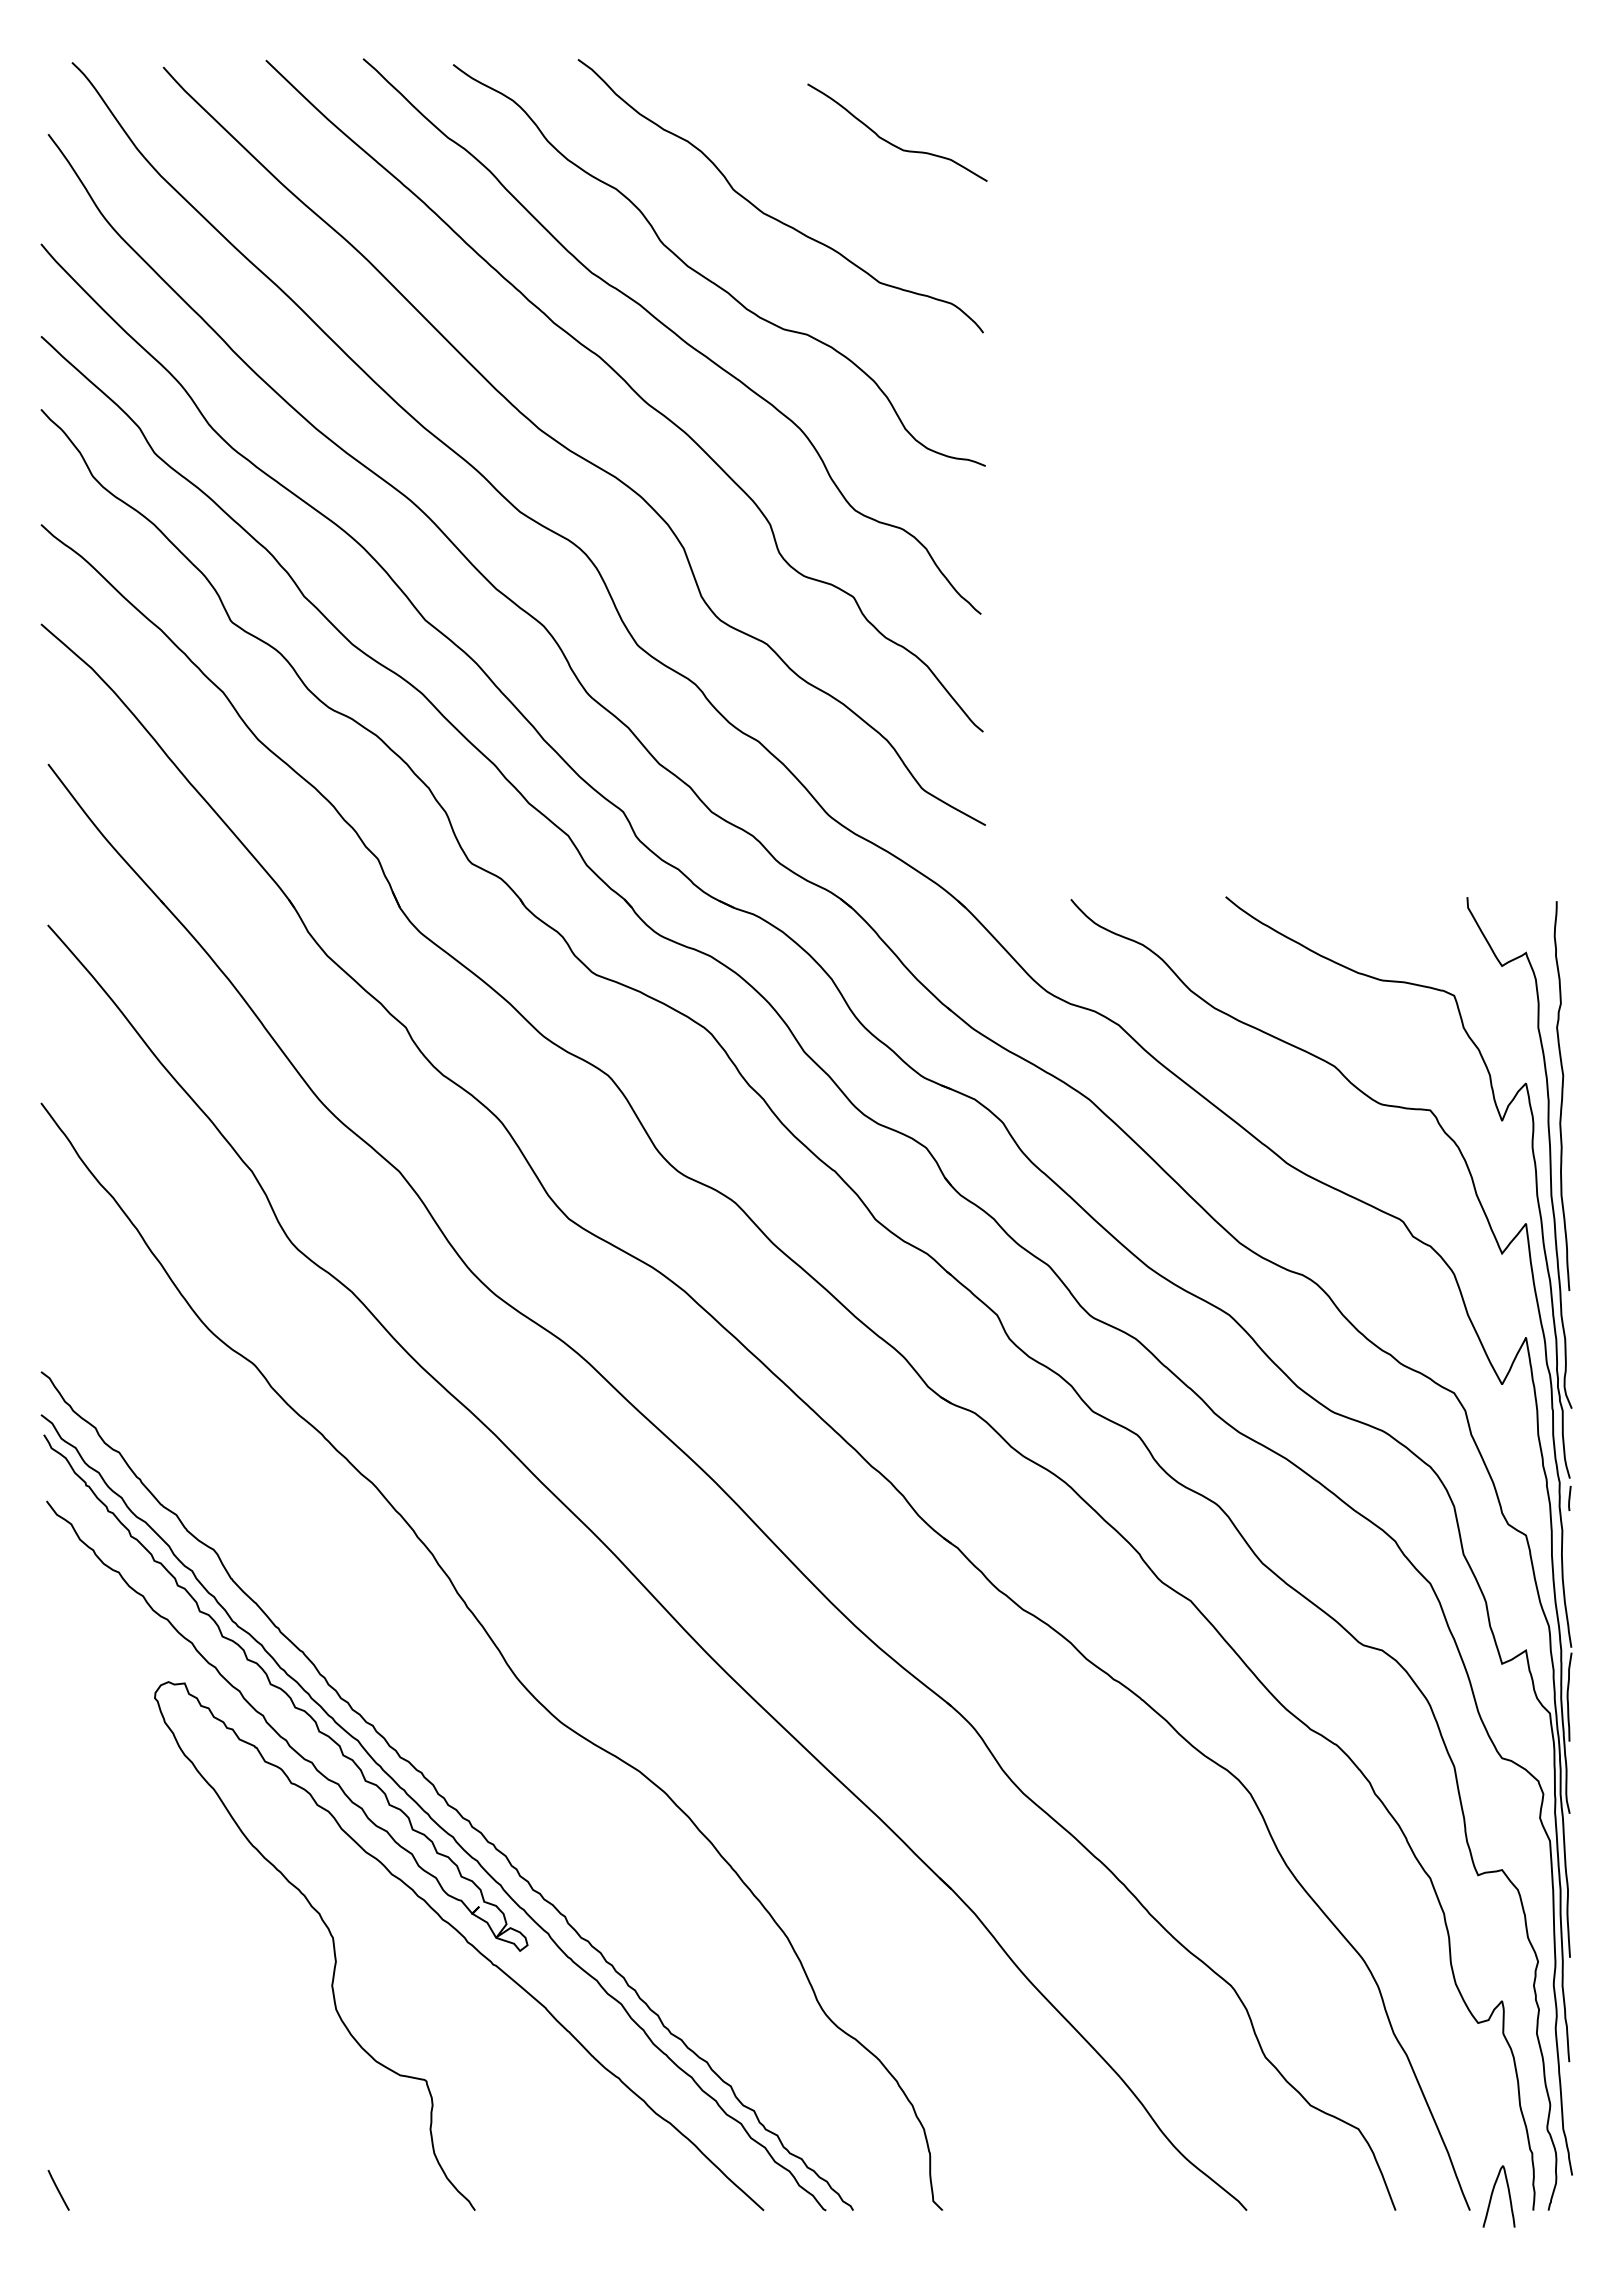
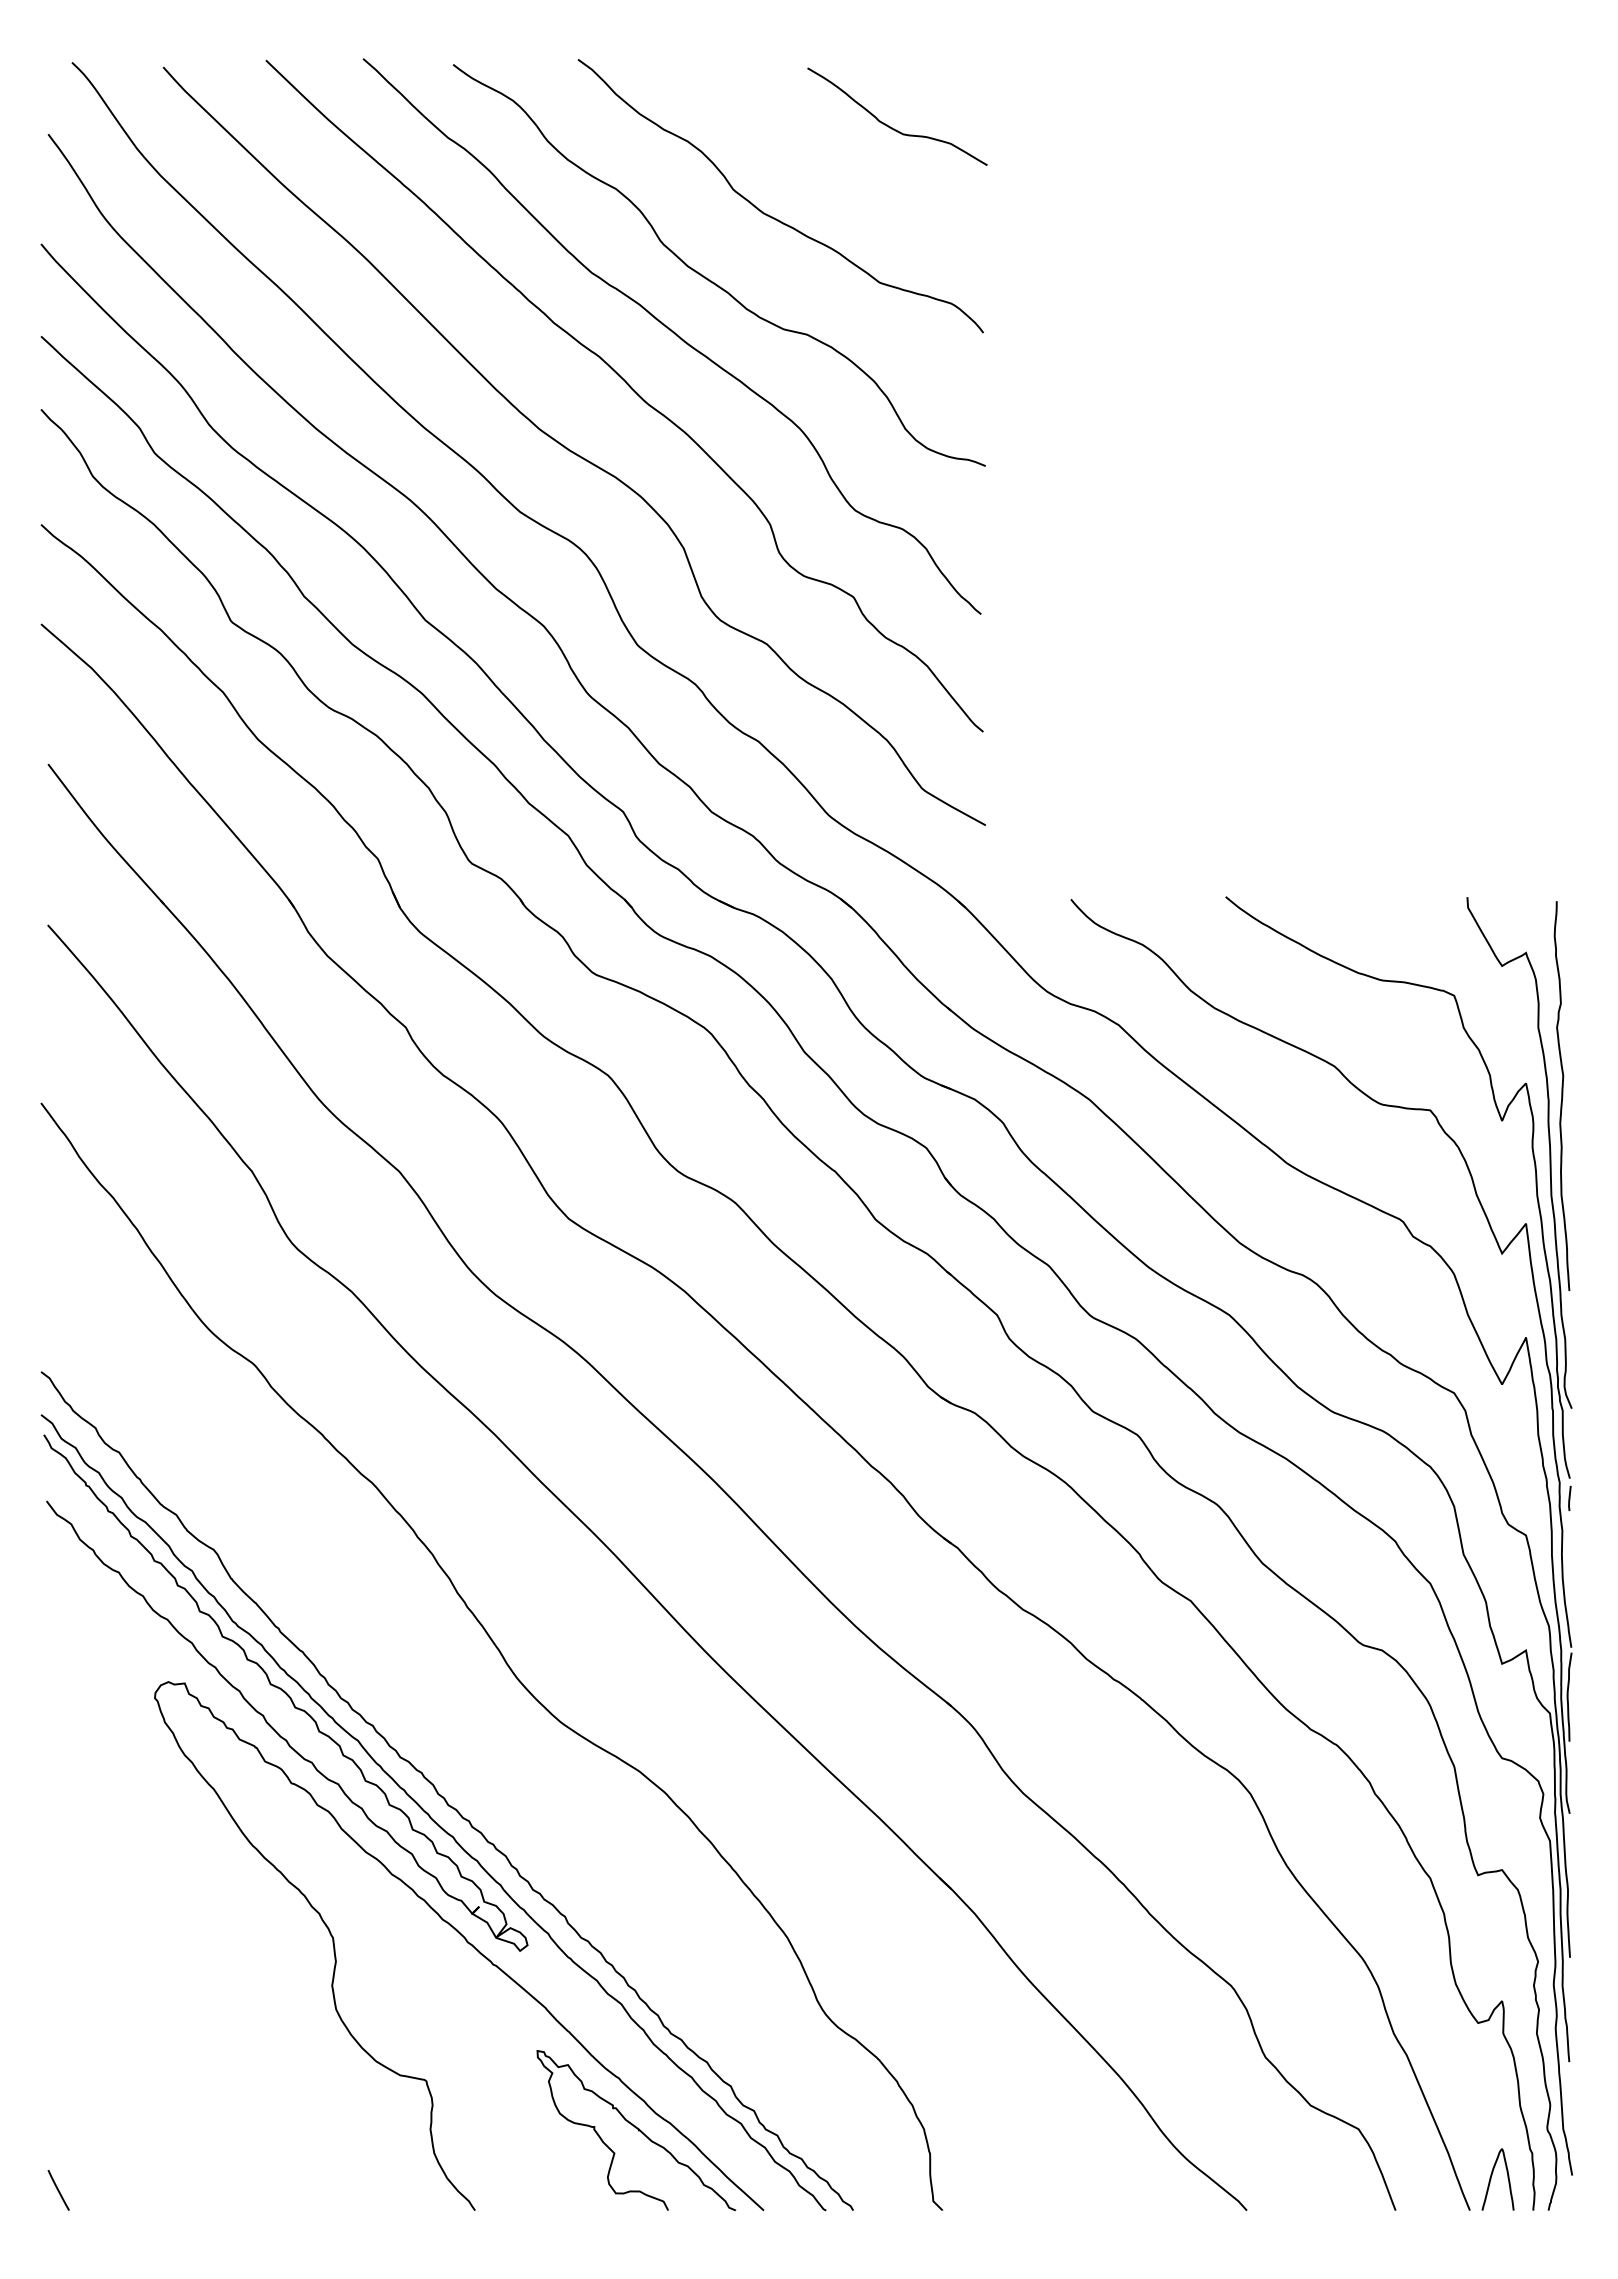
curve at (889, 141) position: (889, 141) -> (889, 125)
curve at (637, 2129): none -> present
curve at (1492, 2196) position: (1492, 2196) -> (1491, 2179)
